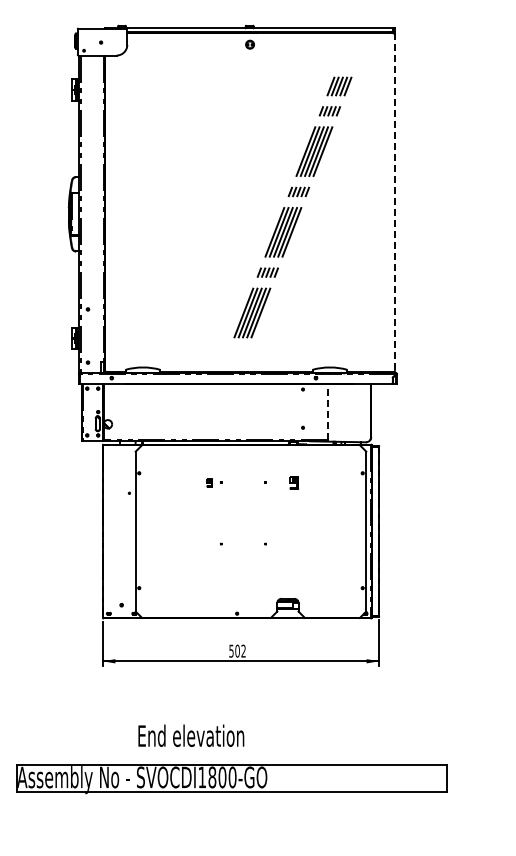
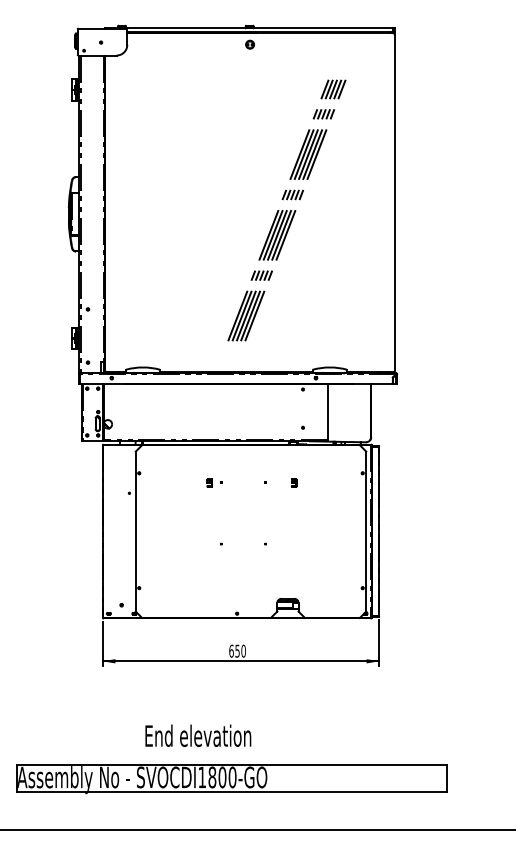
line at (395, 202): dashed -> solid
part at (292, 207) position: (292, 207) -> (286, 210)
line at (327, 411): dashed -> solid
part at (293, 482) size: 10x14 px -> 8x10 px
text at (237, 650): 502 -> 650
text at (191, 735) position: (191, 735) -> (198, 735)
line at (257, 830): none -> present
